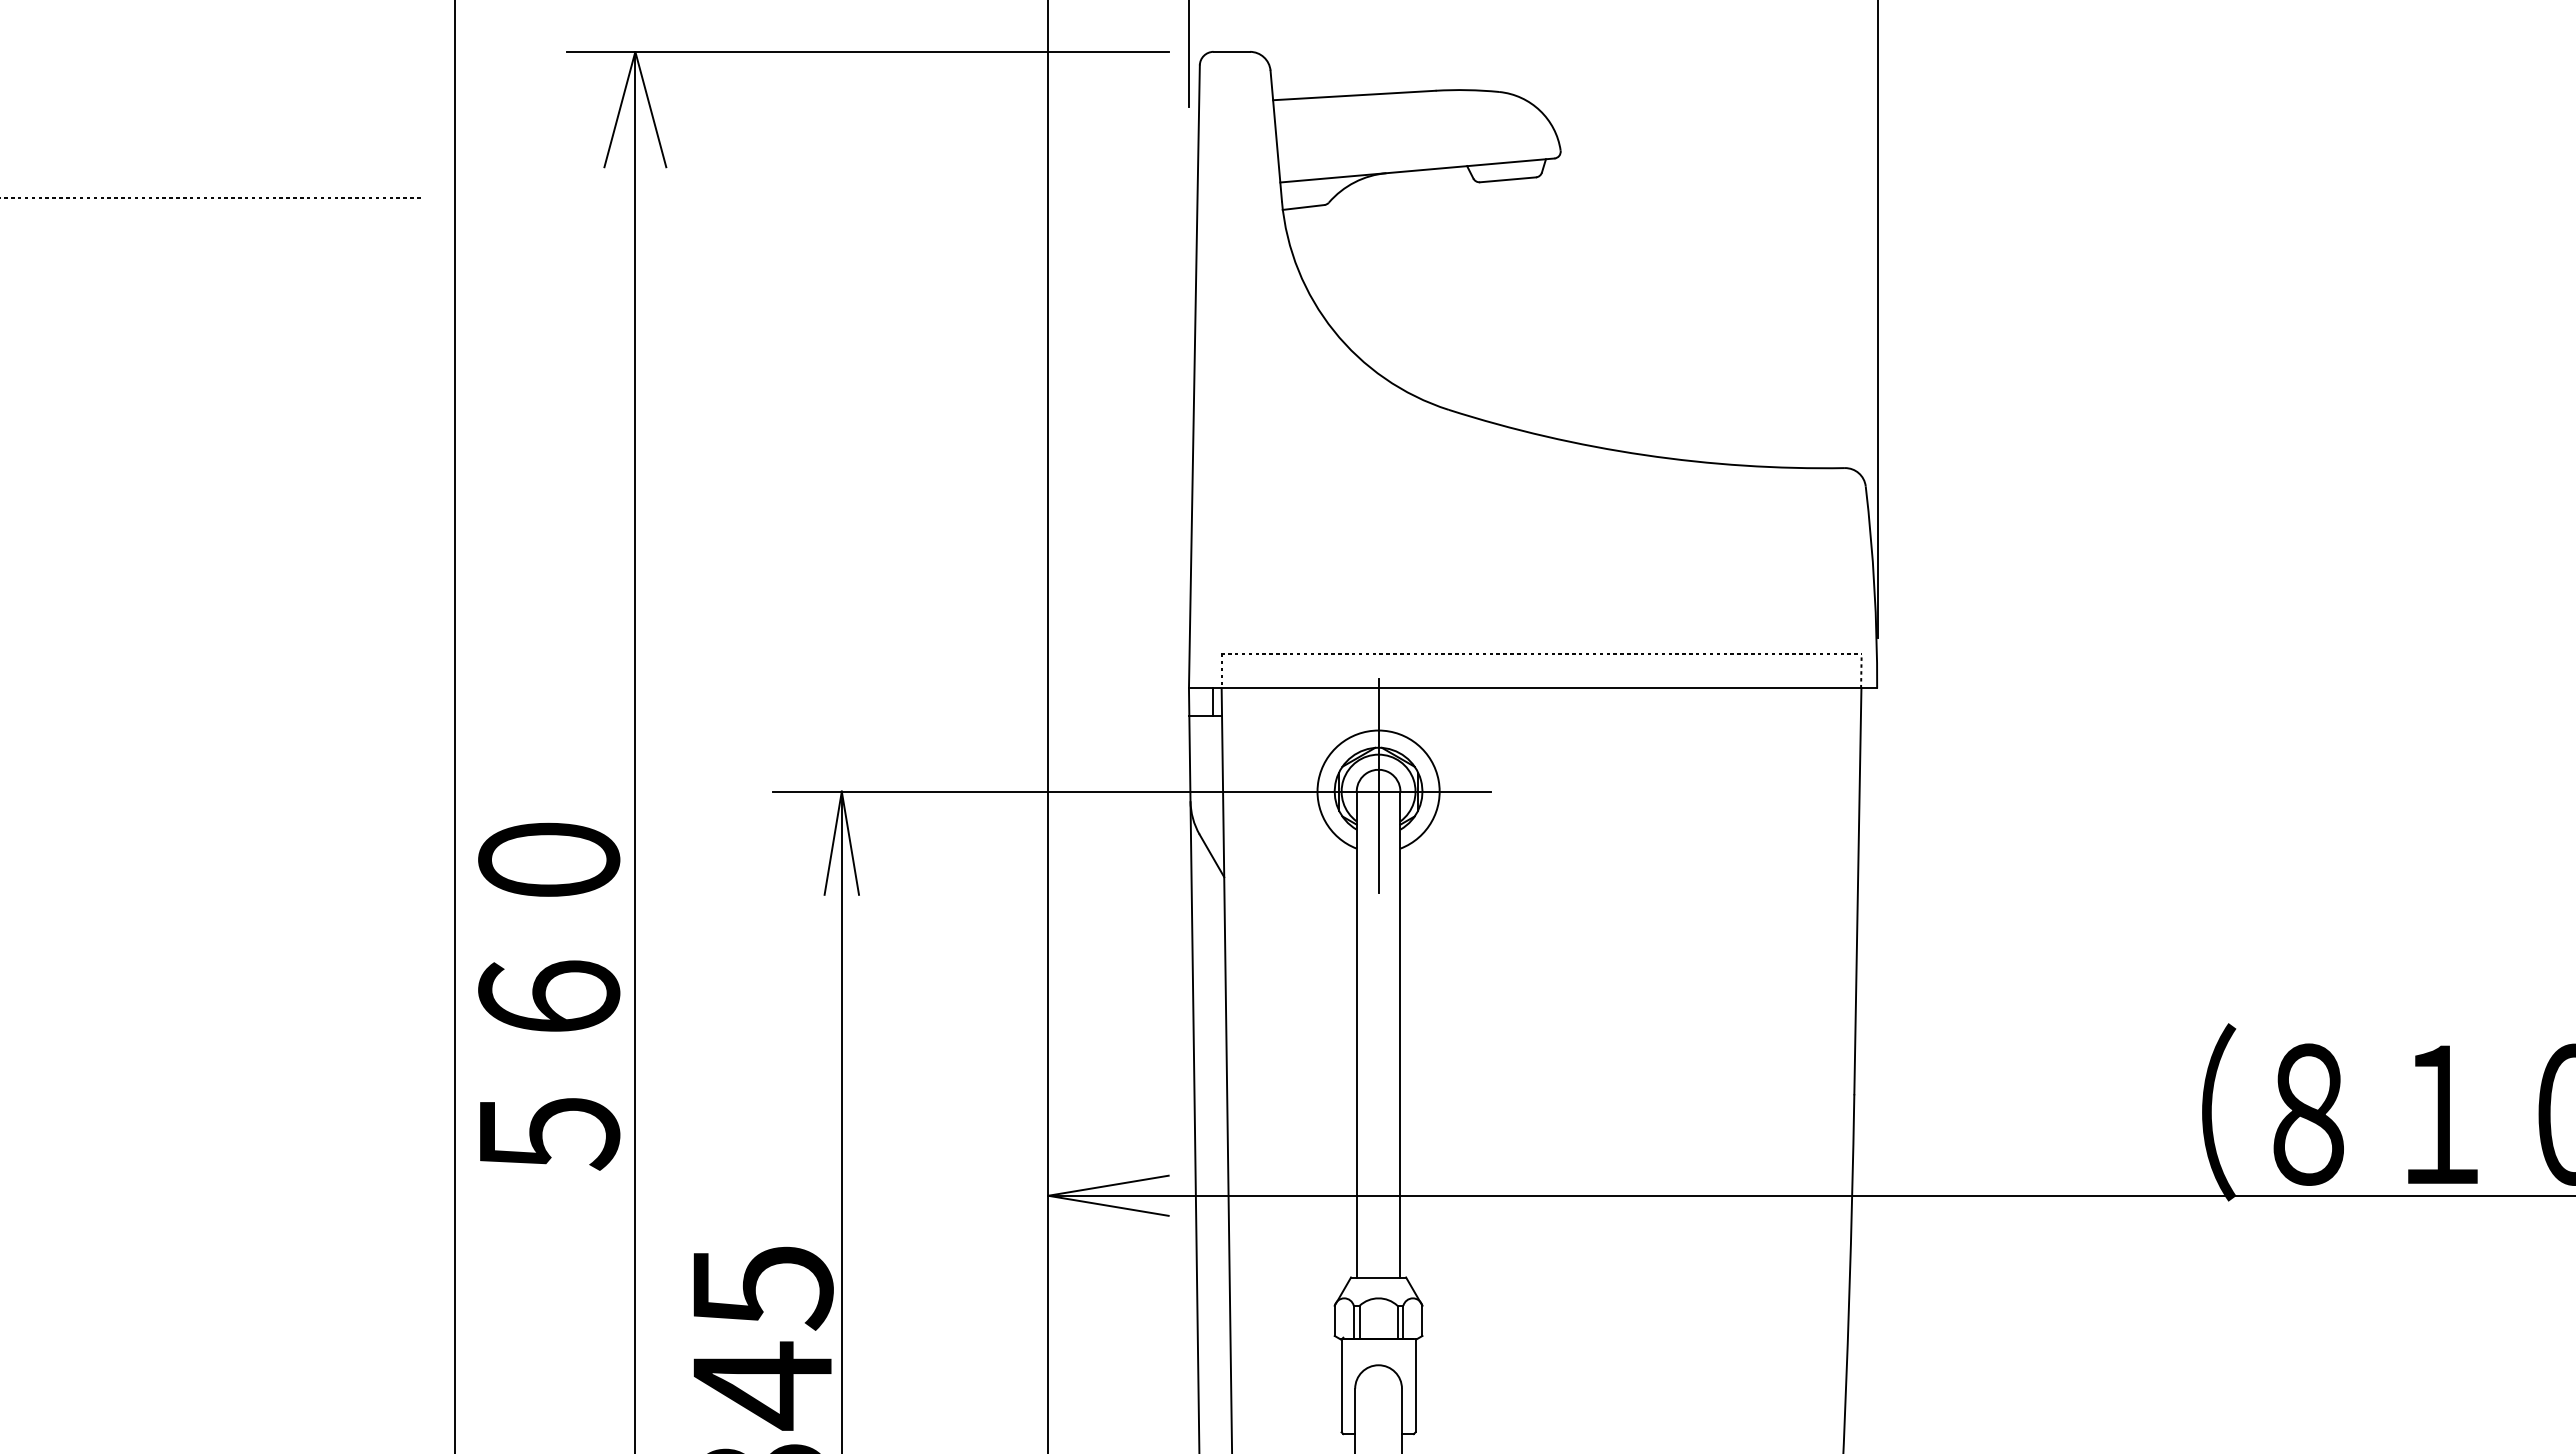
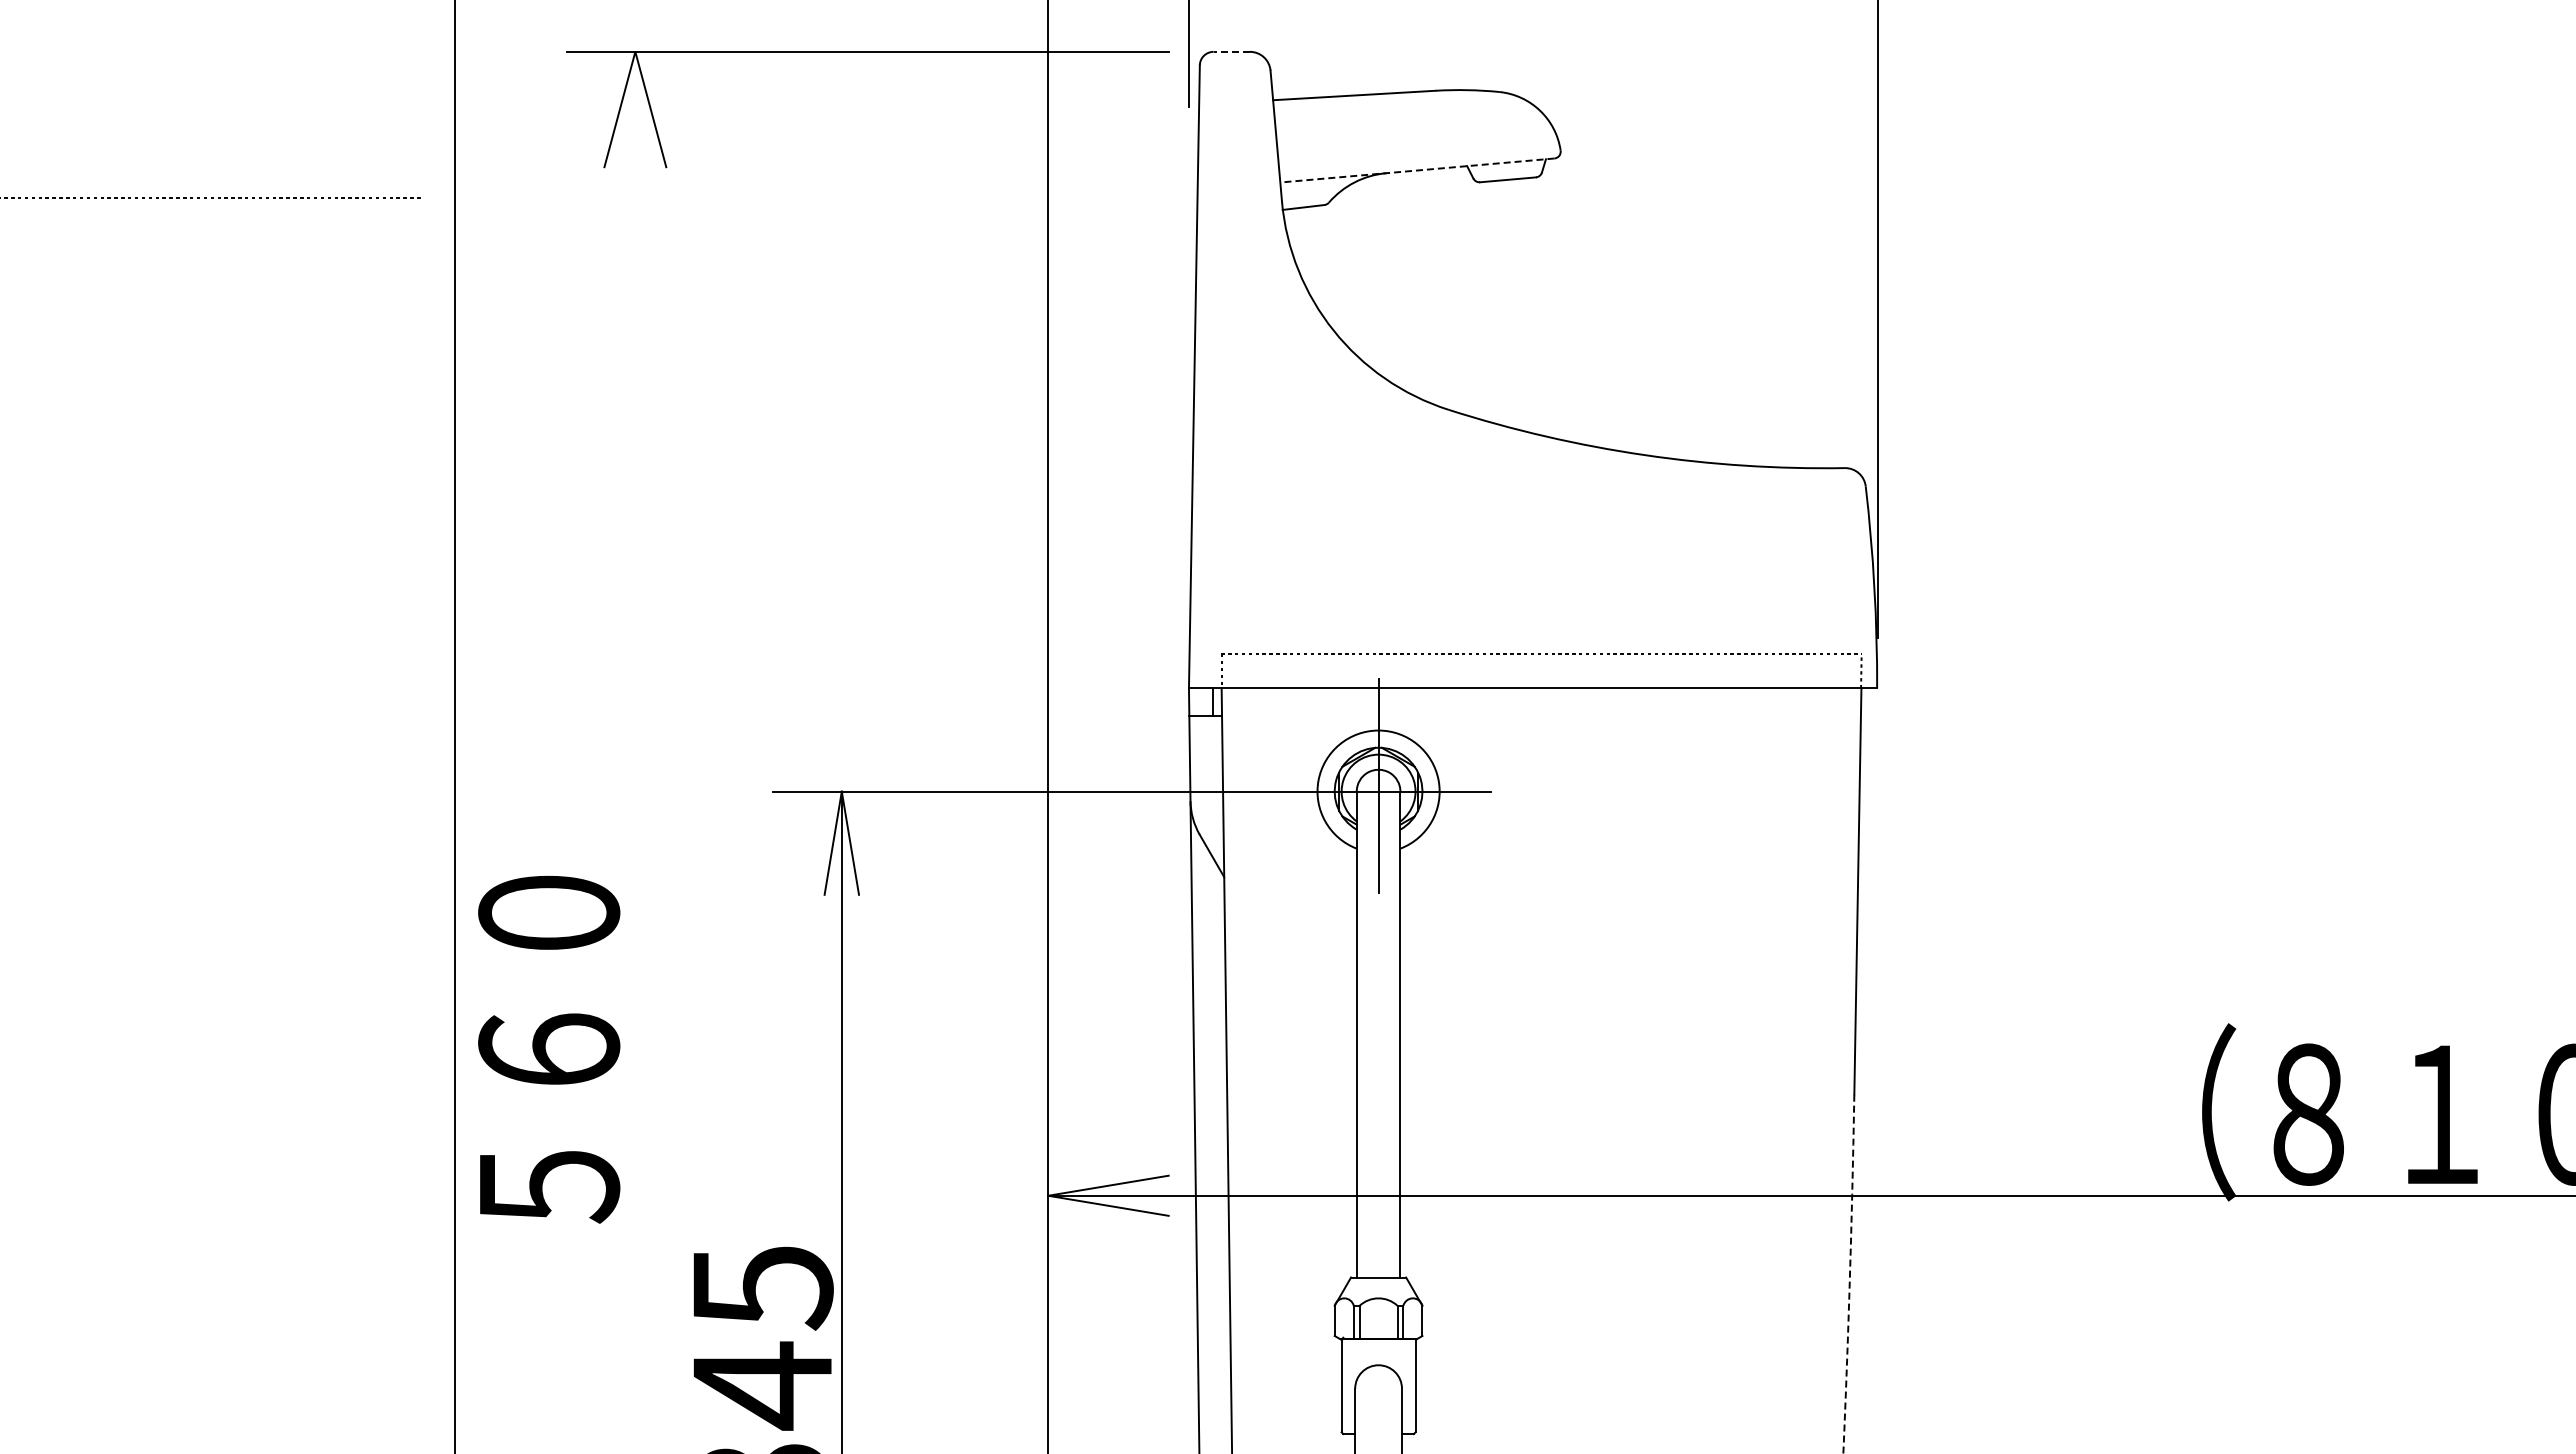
line at (1231, 51): solid -> dashed
line at (1417, 170): solid -> dashed
line at (635, 750): present -> none
text at (549, 996) position: (549, 996) -> (549, 1049)
arc at (1849, 1274): solid -> dashed
